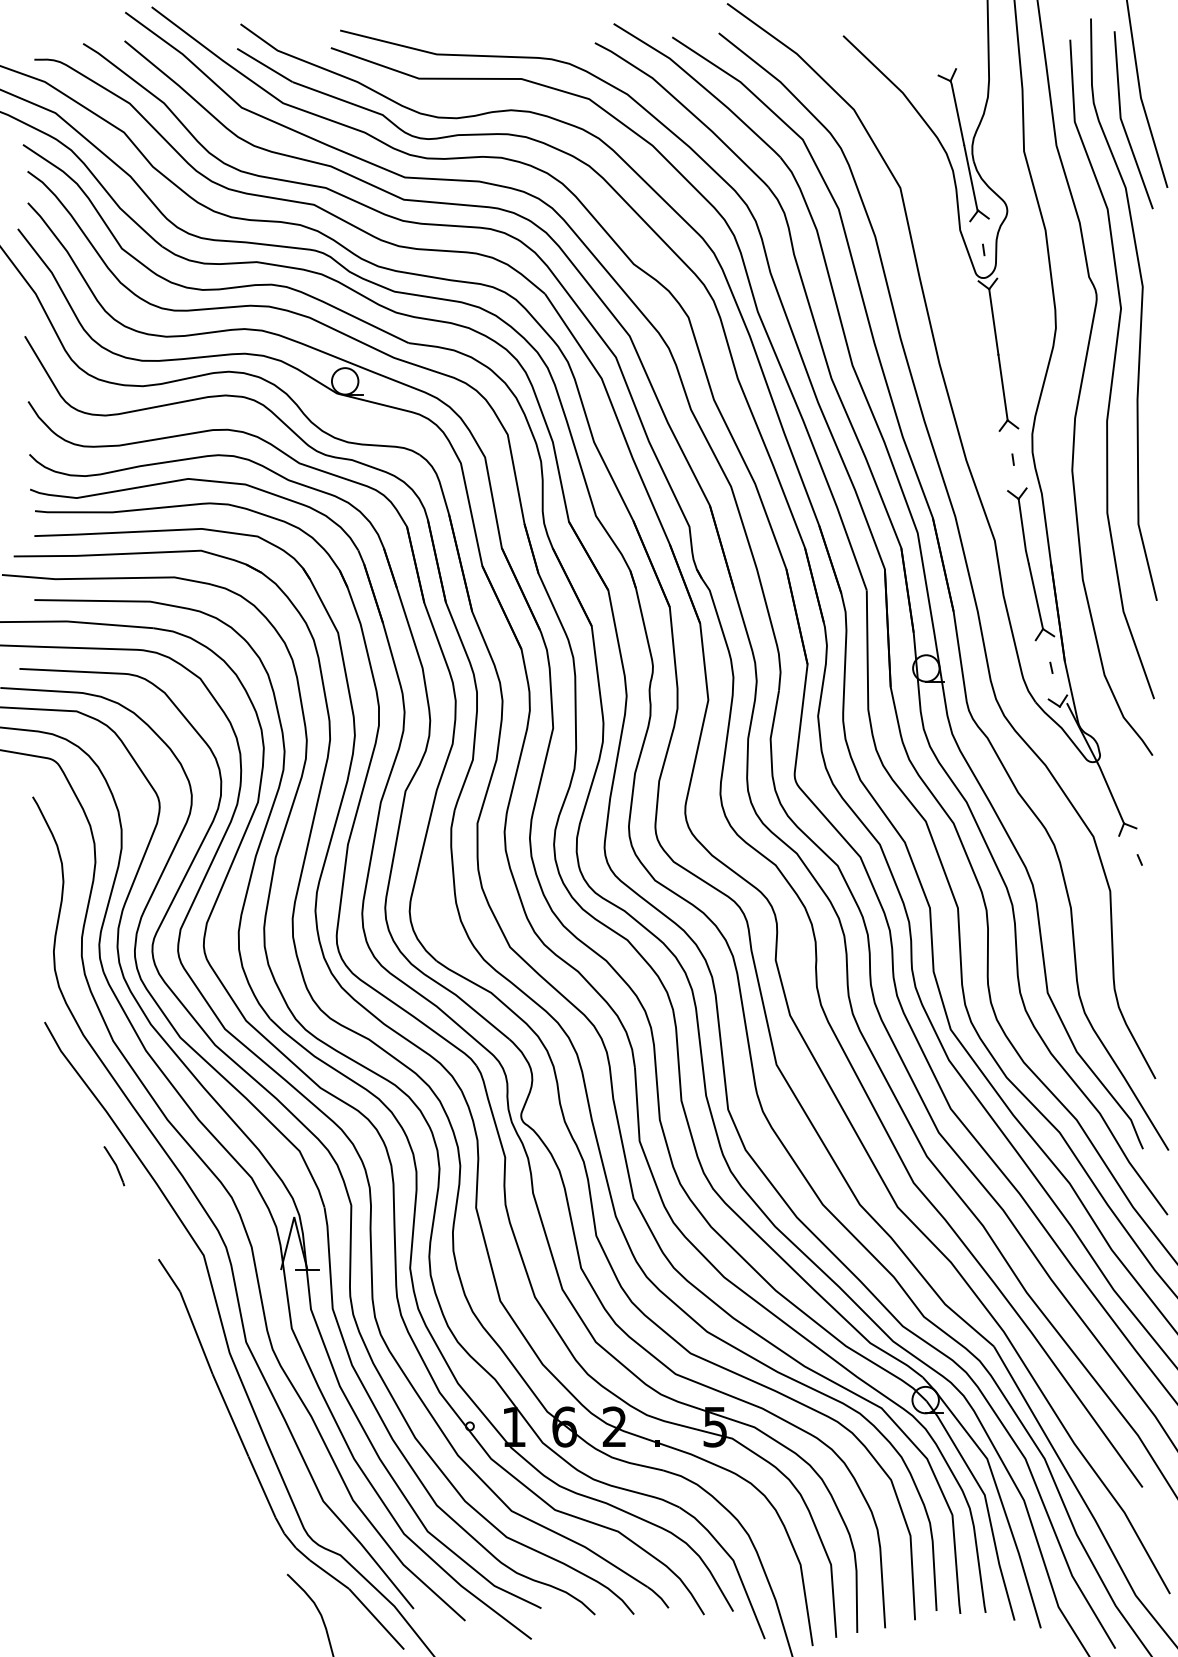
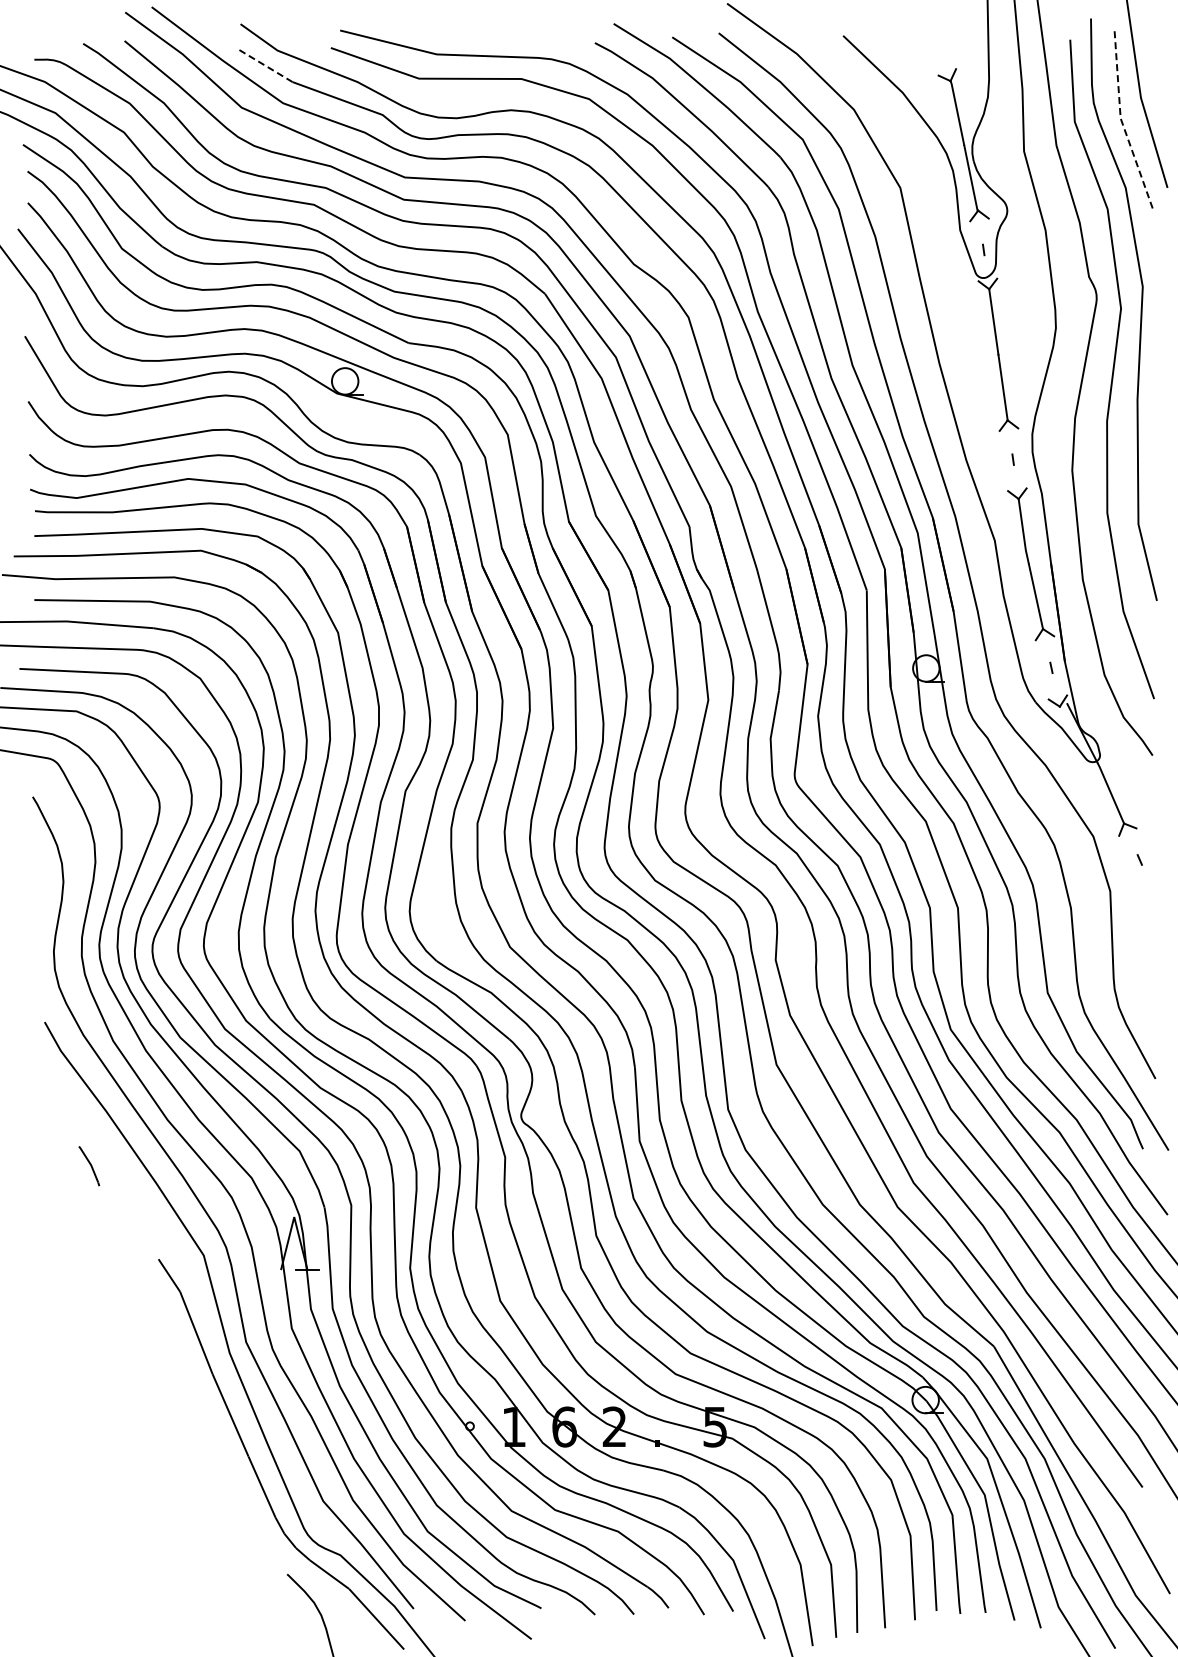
line at (264, 65): solid -> dashed
line at (1121, 122): solid -> dashed
part at (114, 1166) position: (114, 1166) -> (89, 1166)
